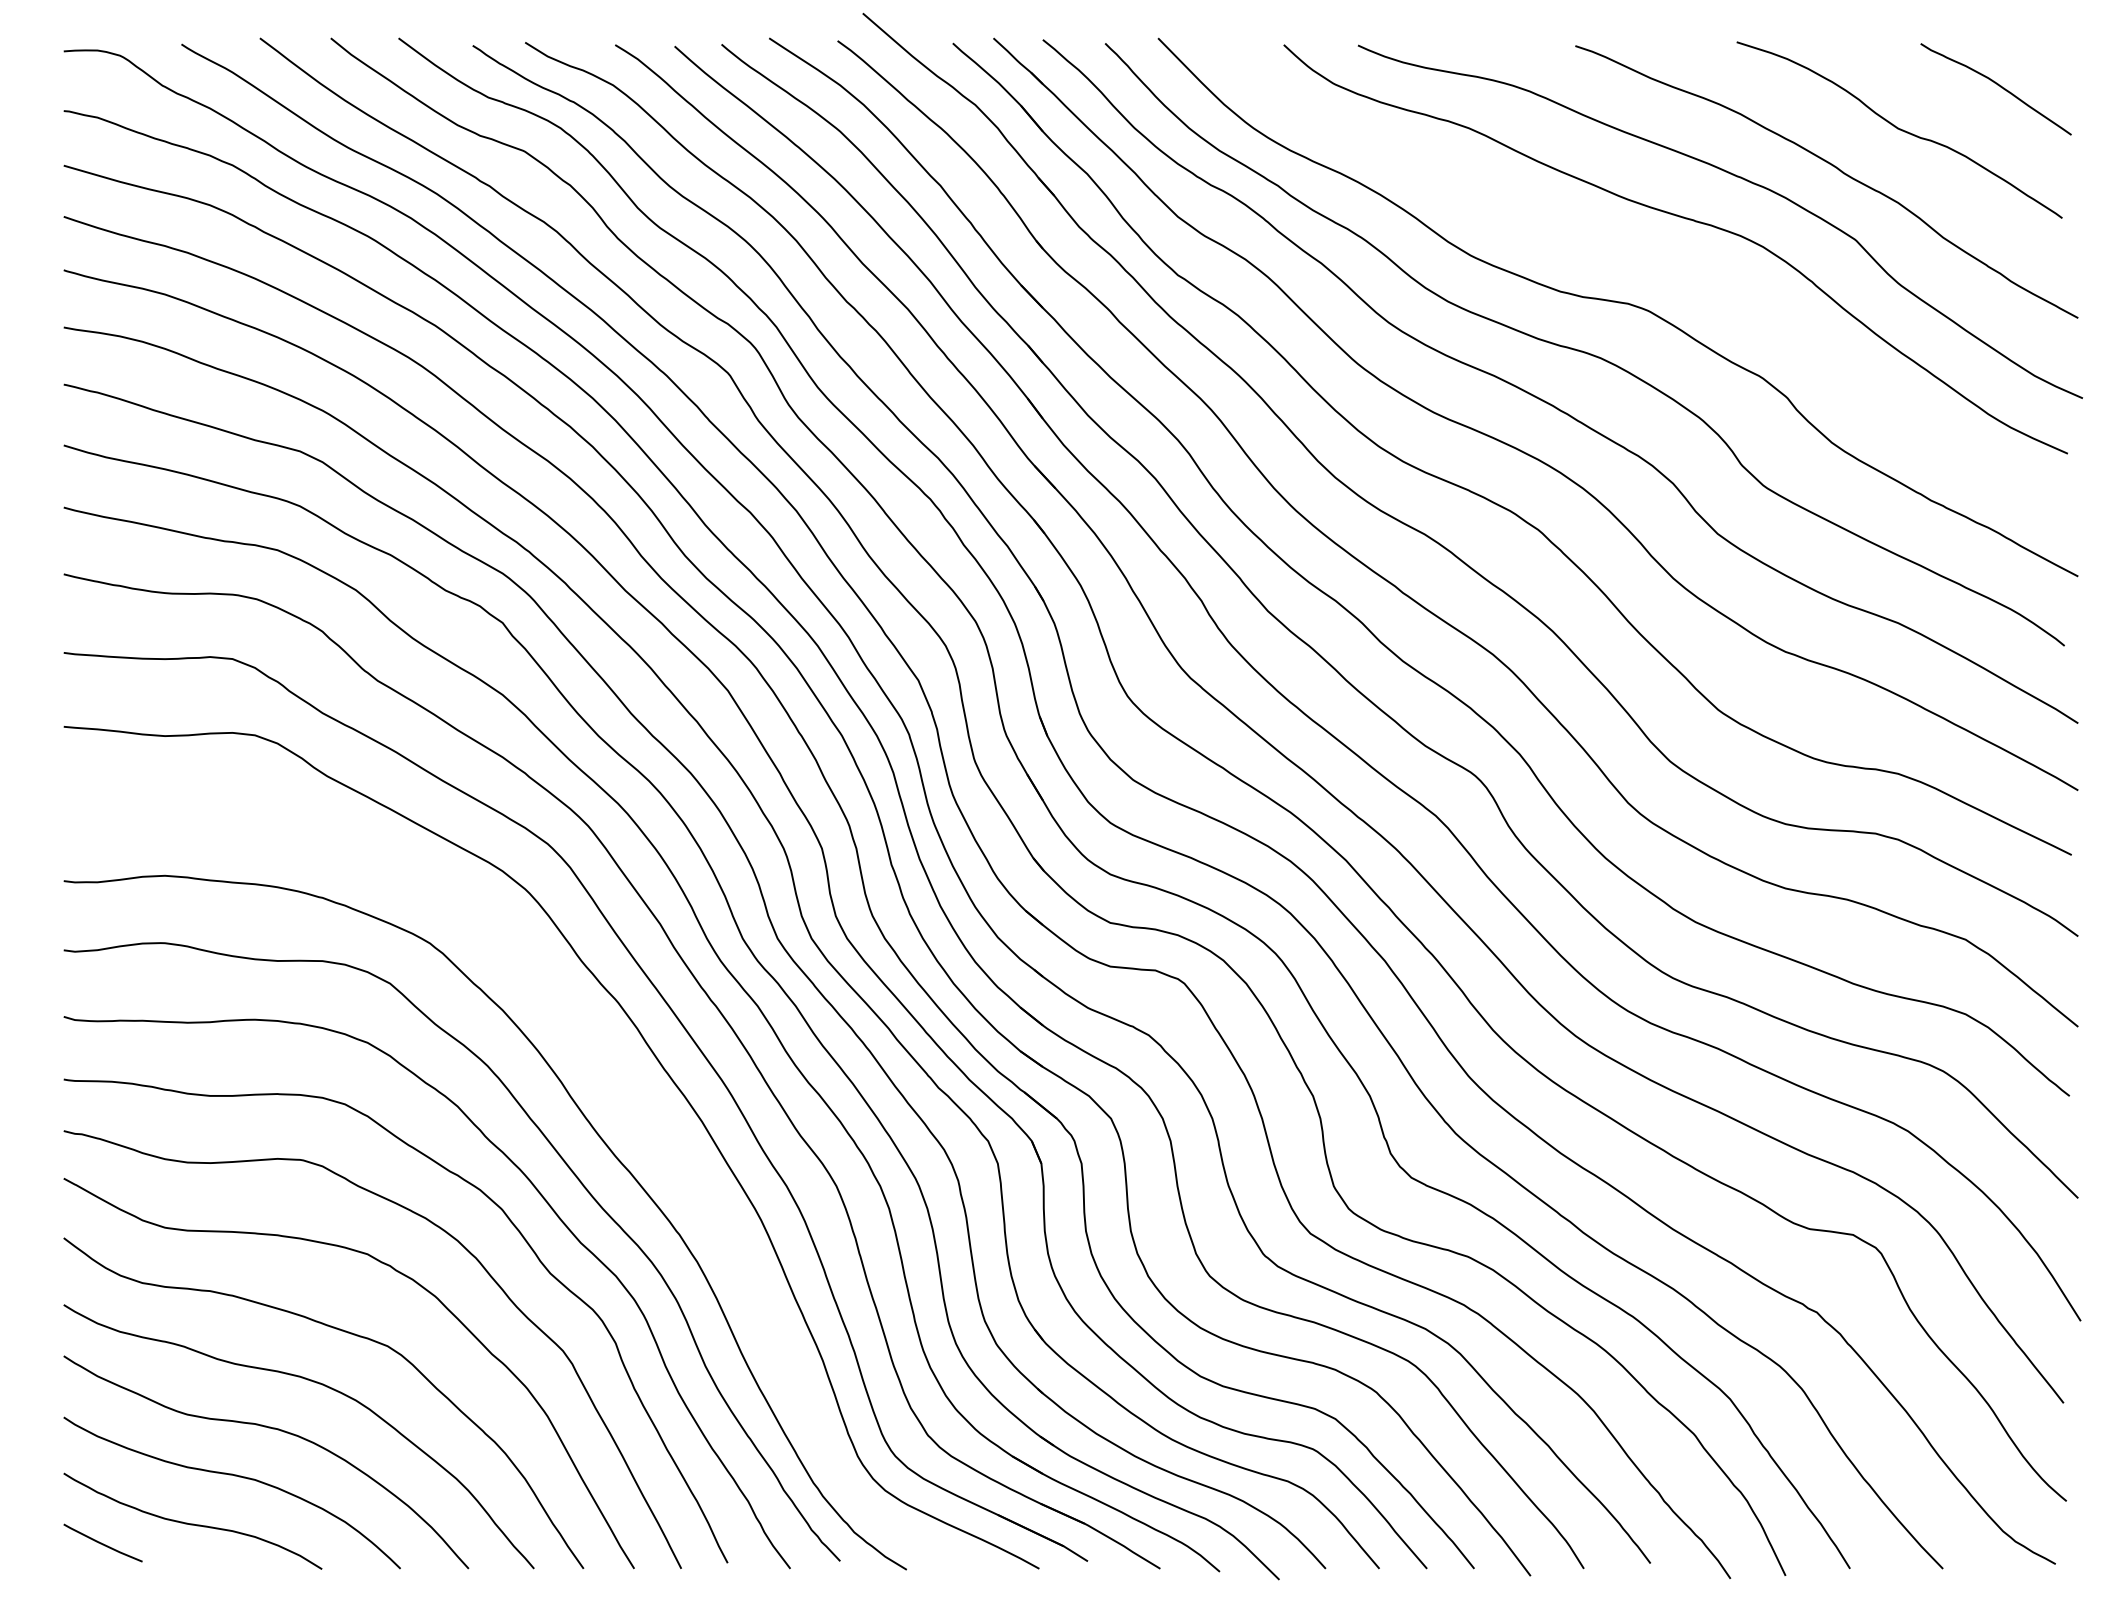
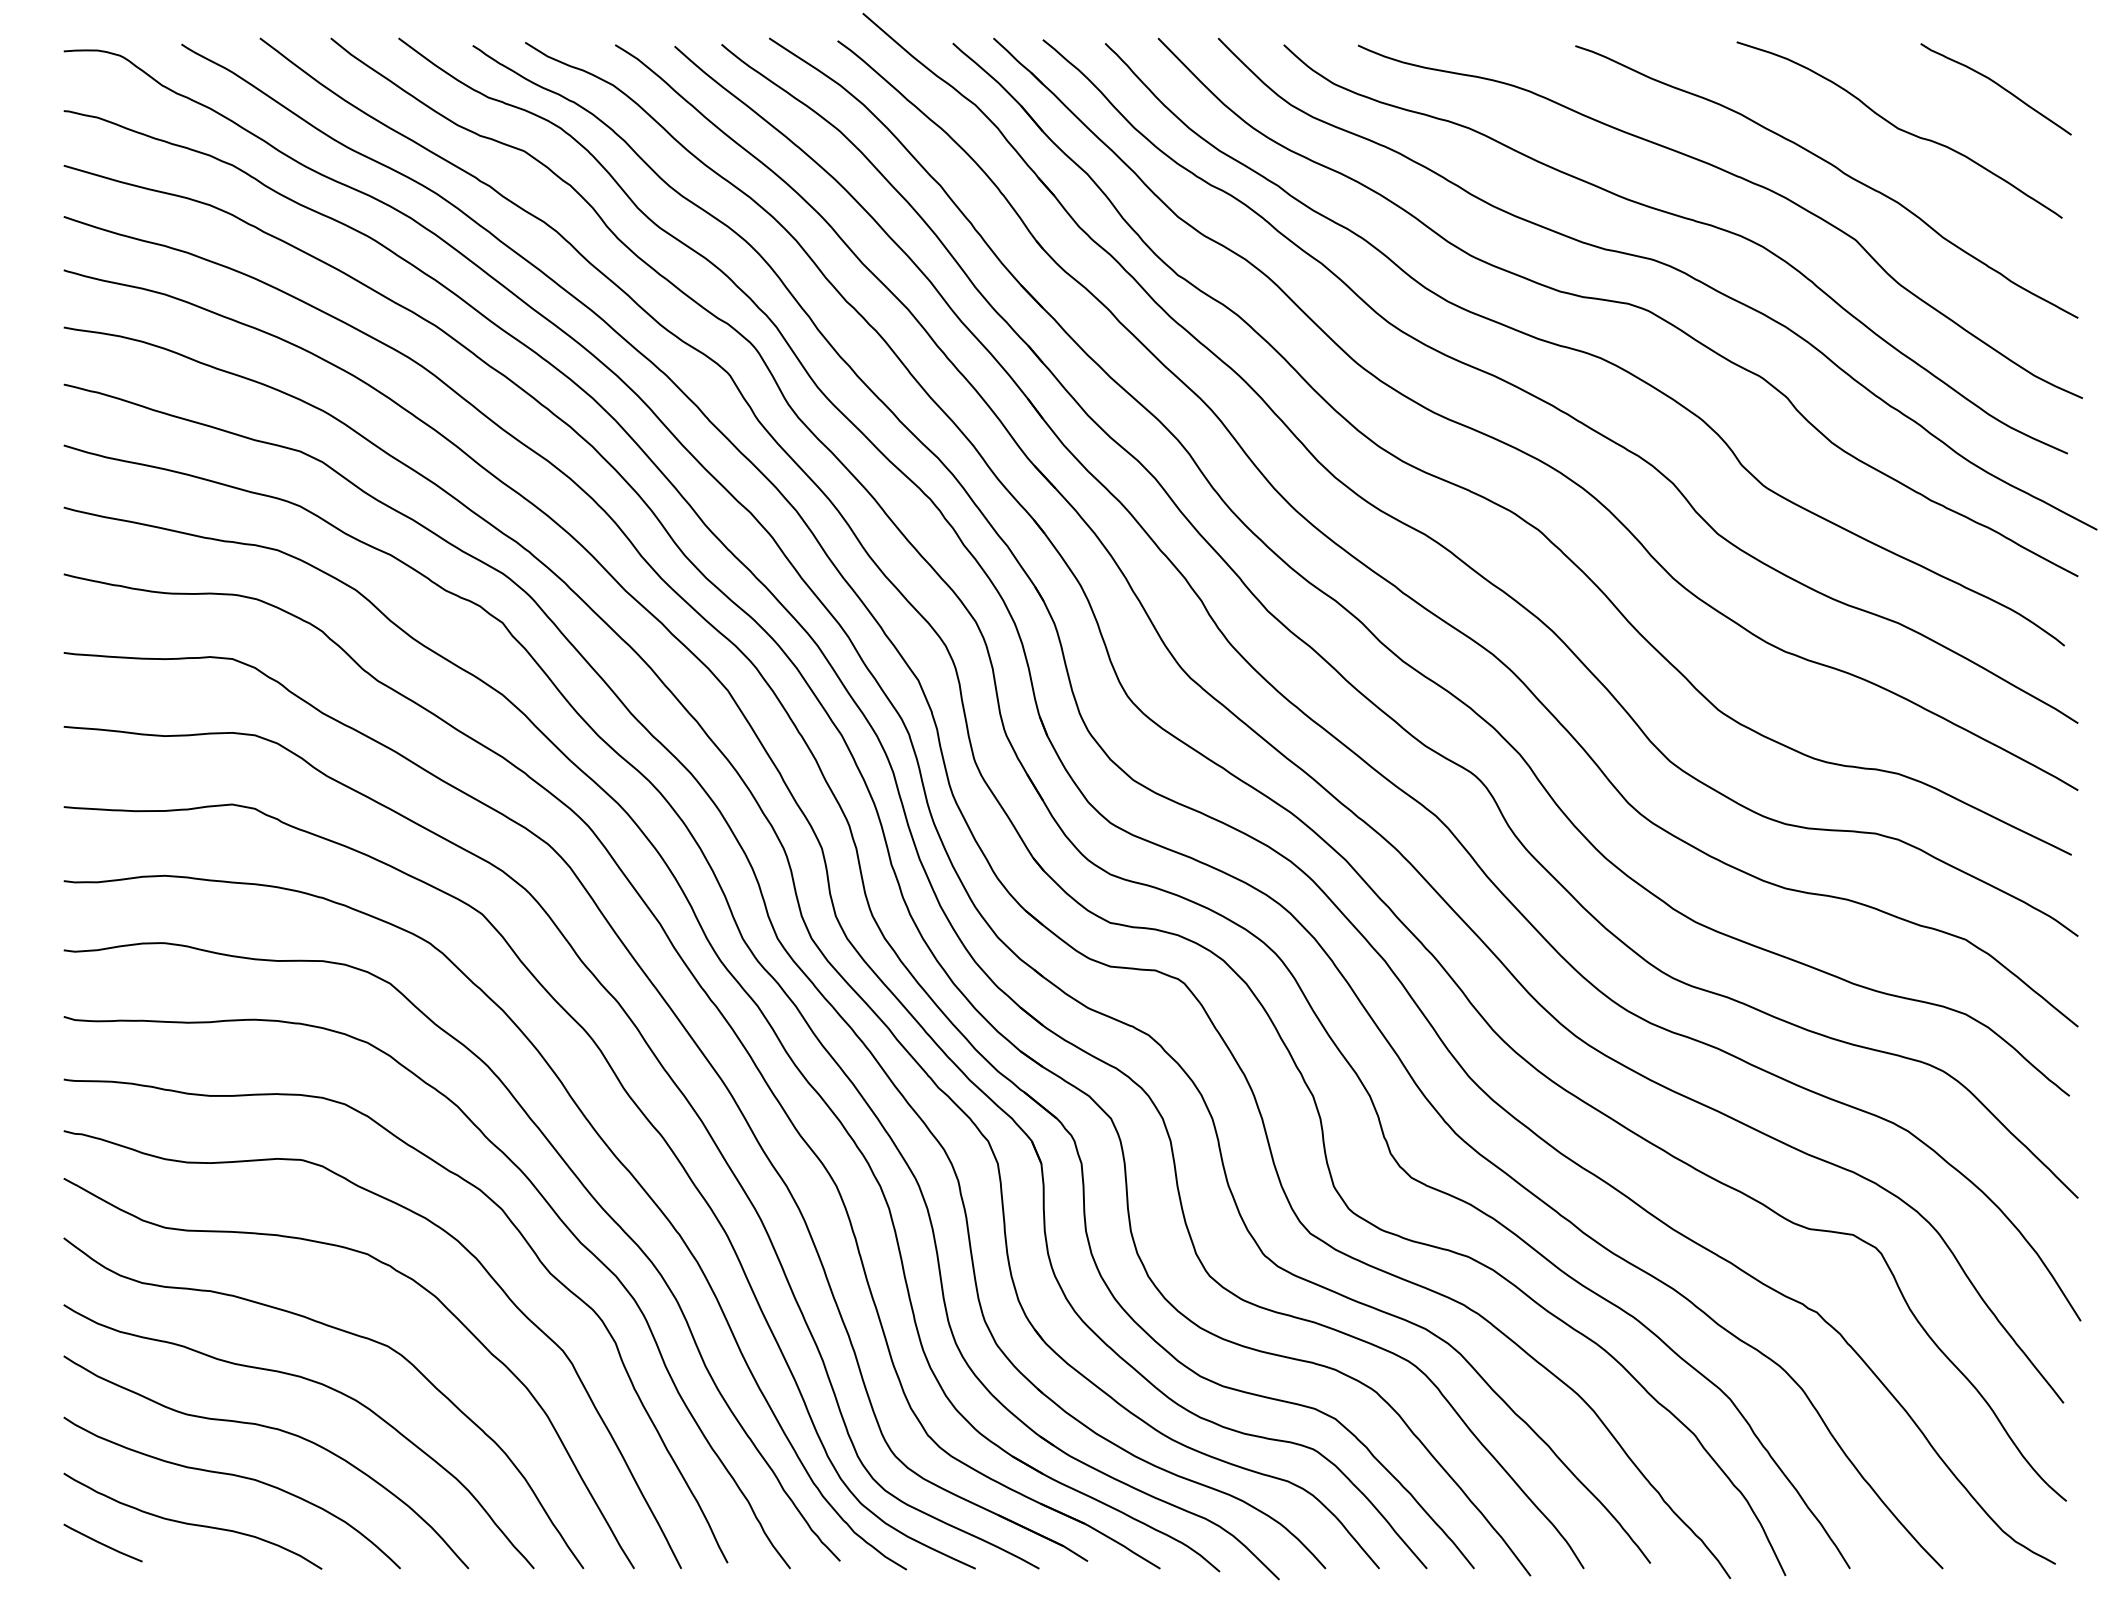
curve at (1664, 265): none -> present
curve at (629, 1098): none -> present
